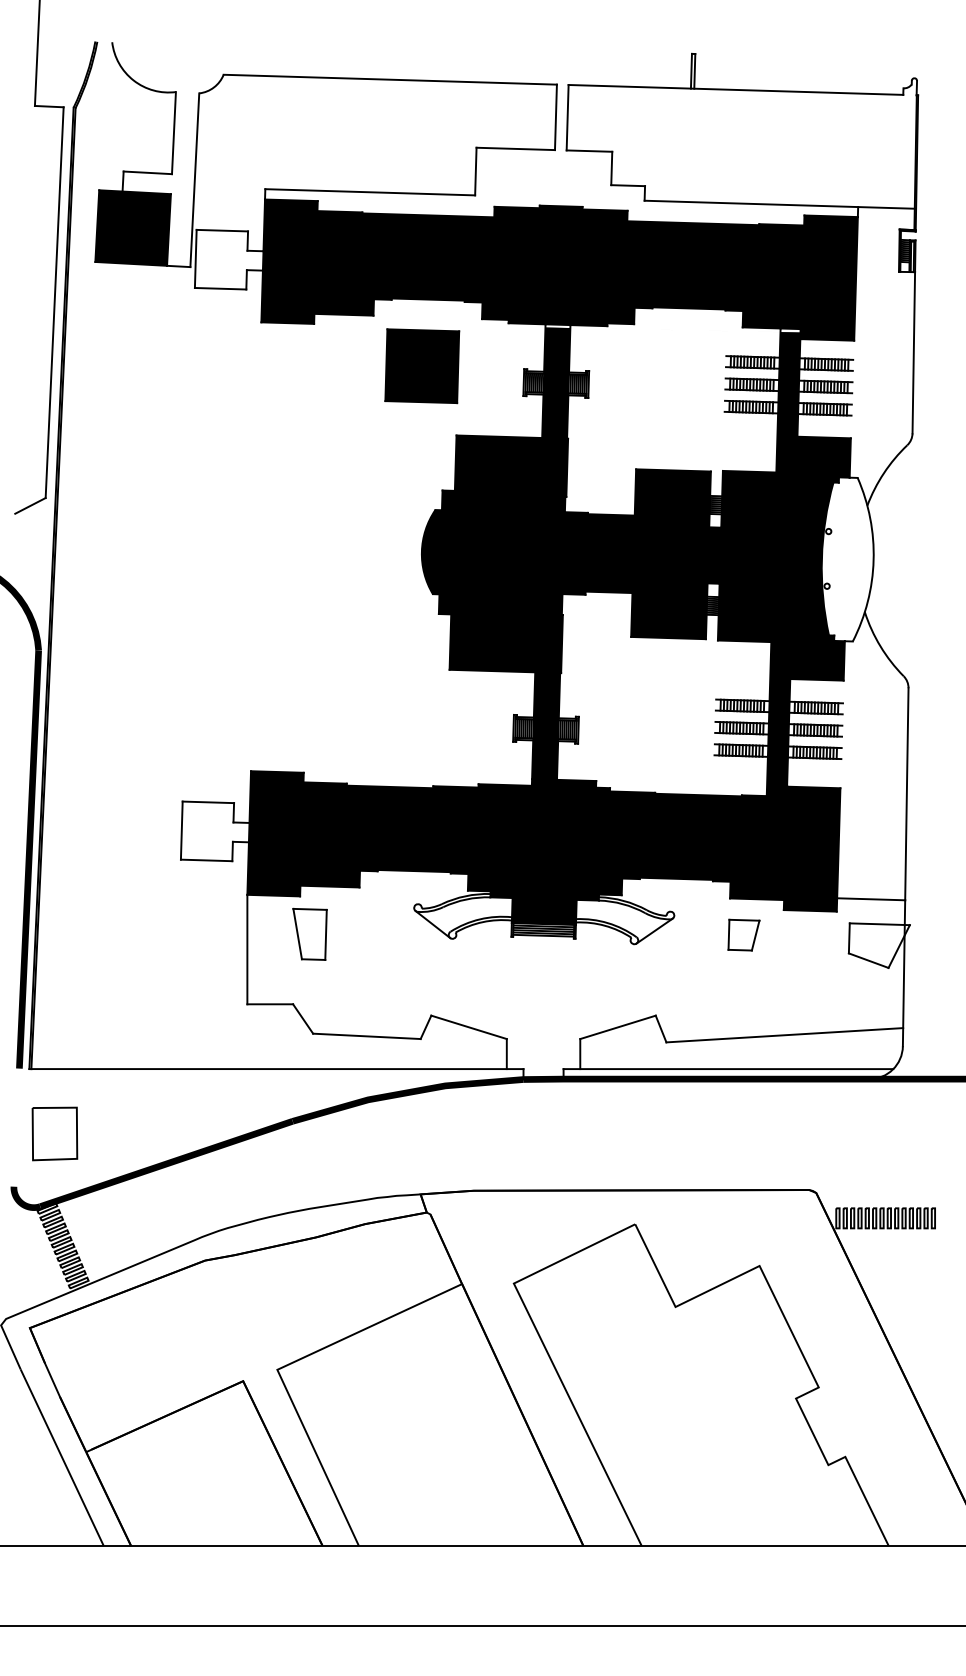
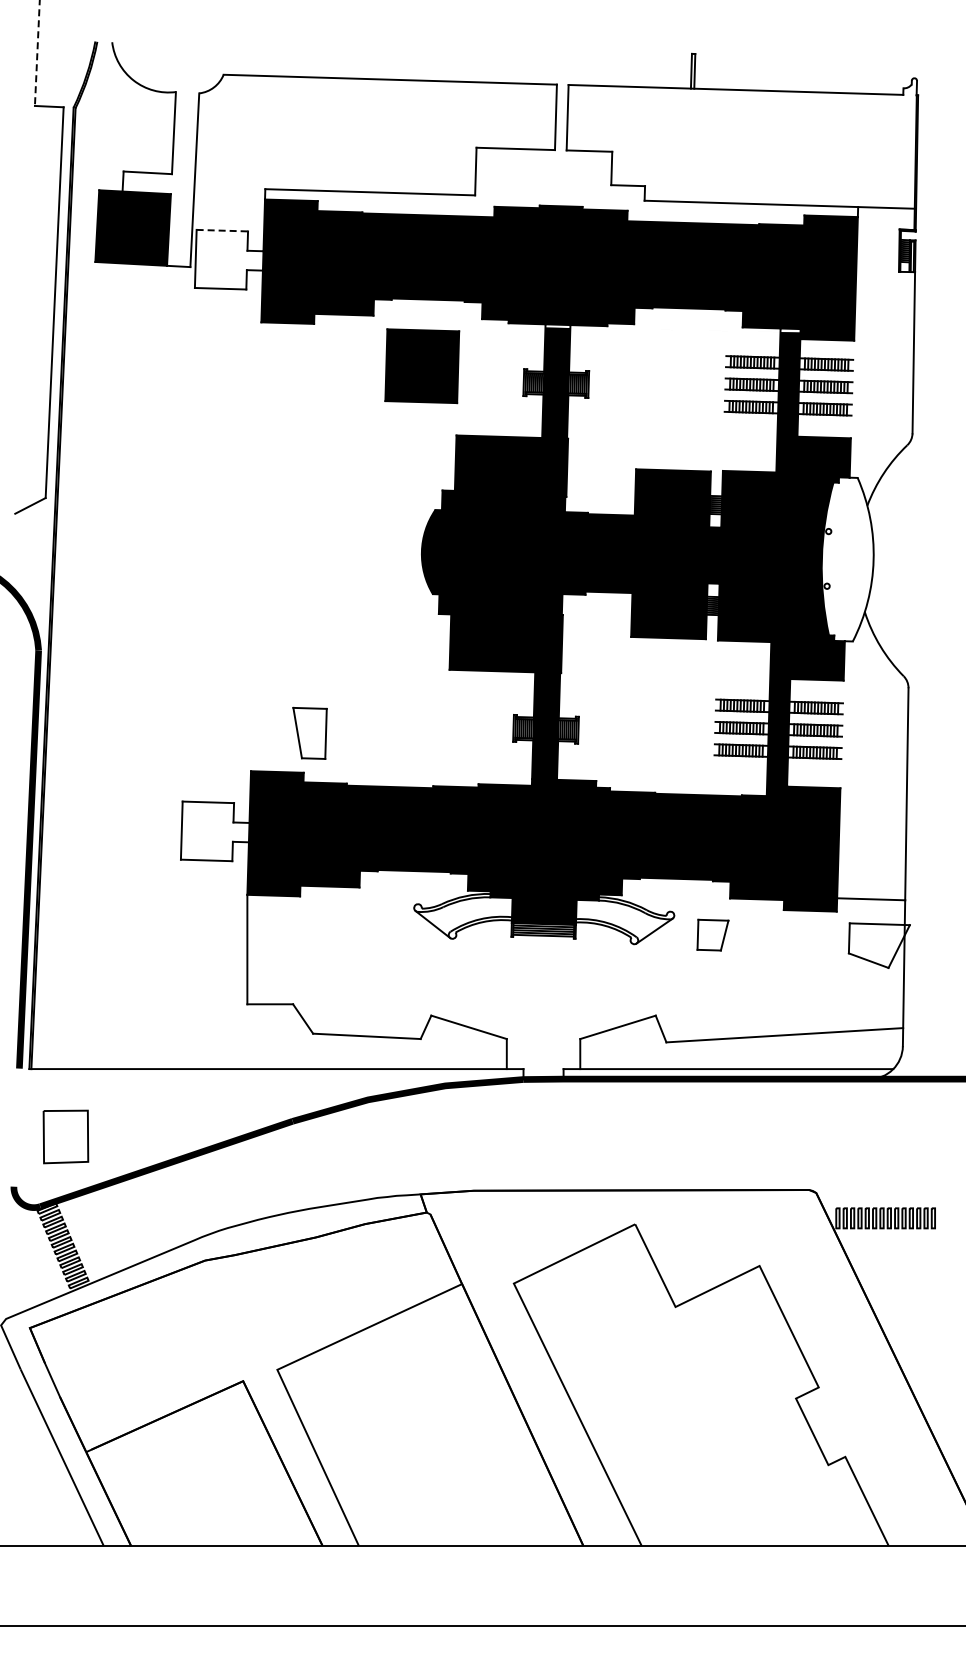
line at (37, 53): solid -> dashed
line at (222, 230): solid -> dashed
part at (309, 933) position: (309, 933) -> (309, 732)
part at (743, 934) position: (743, 934) -> (712, 934)
part at (54, 1133) position: (54, 1133) -> (65, 1136)
